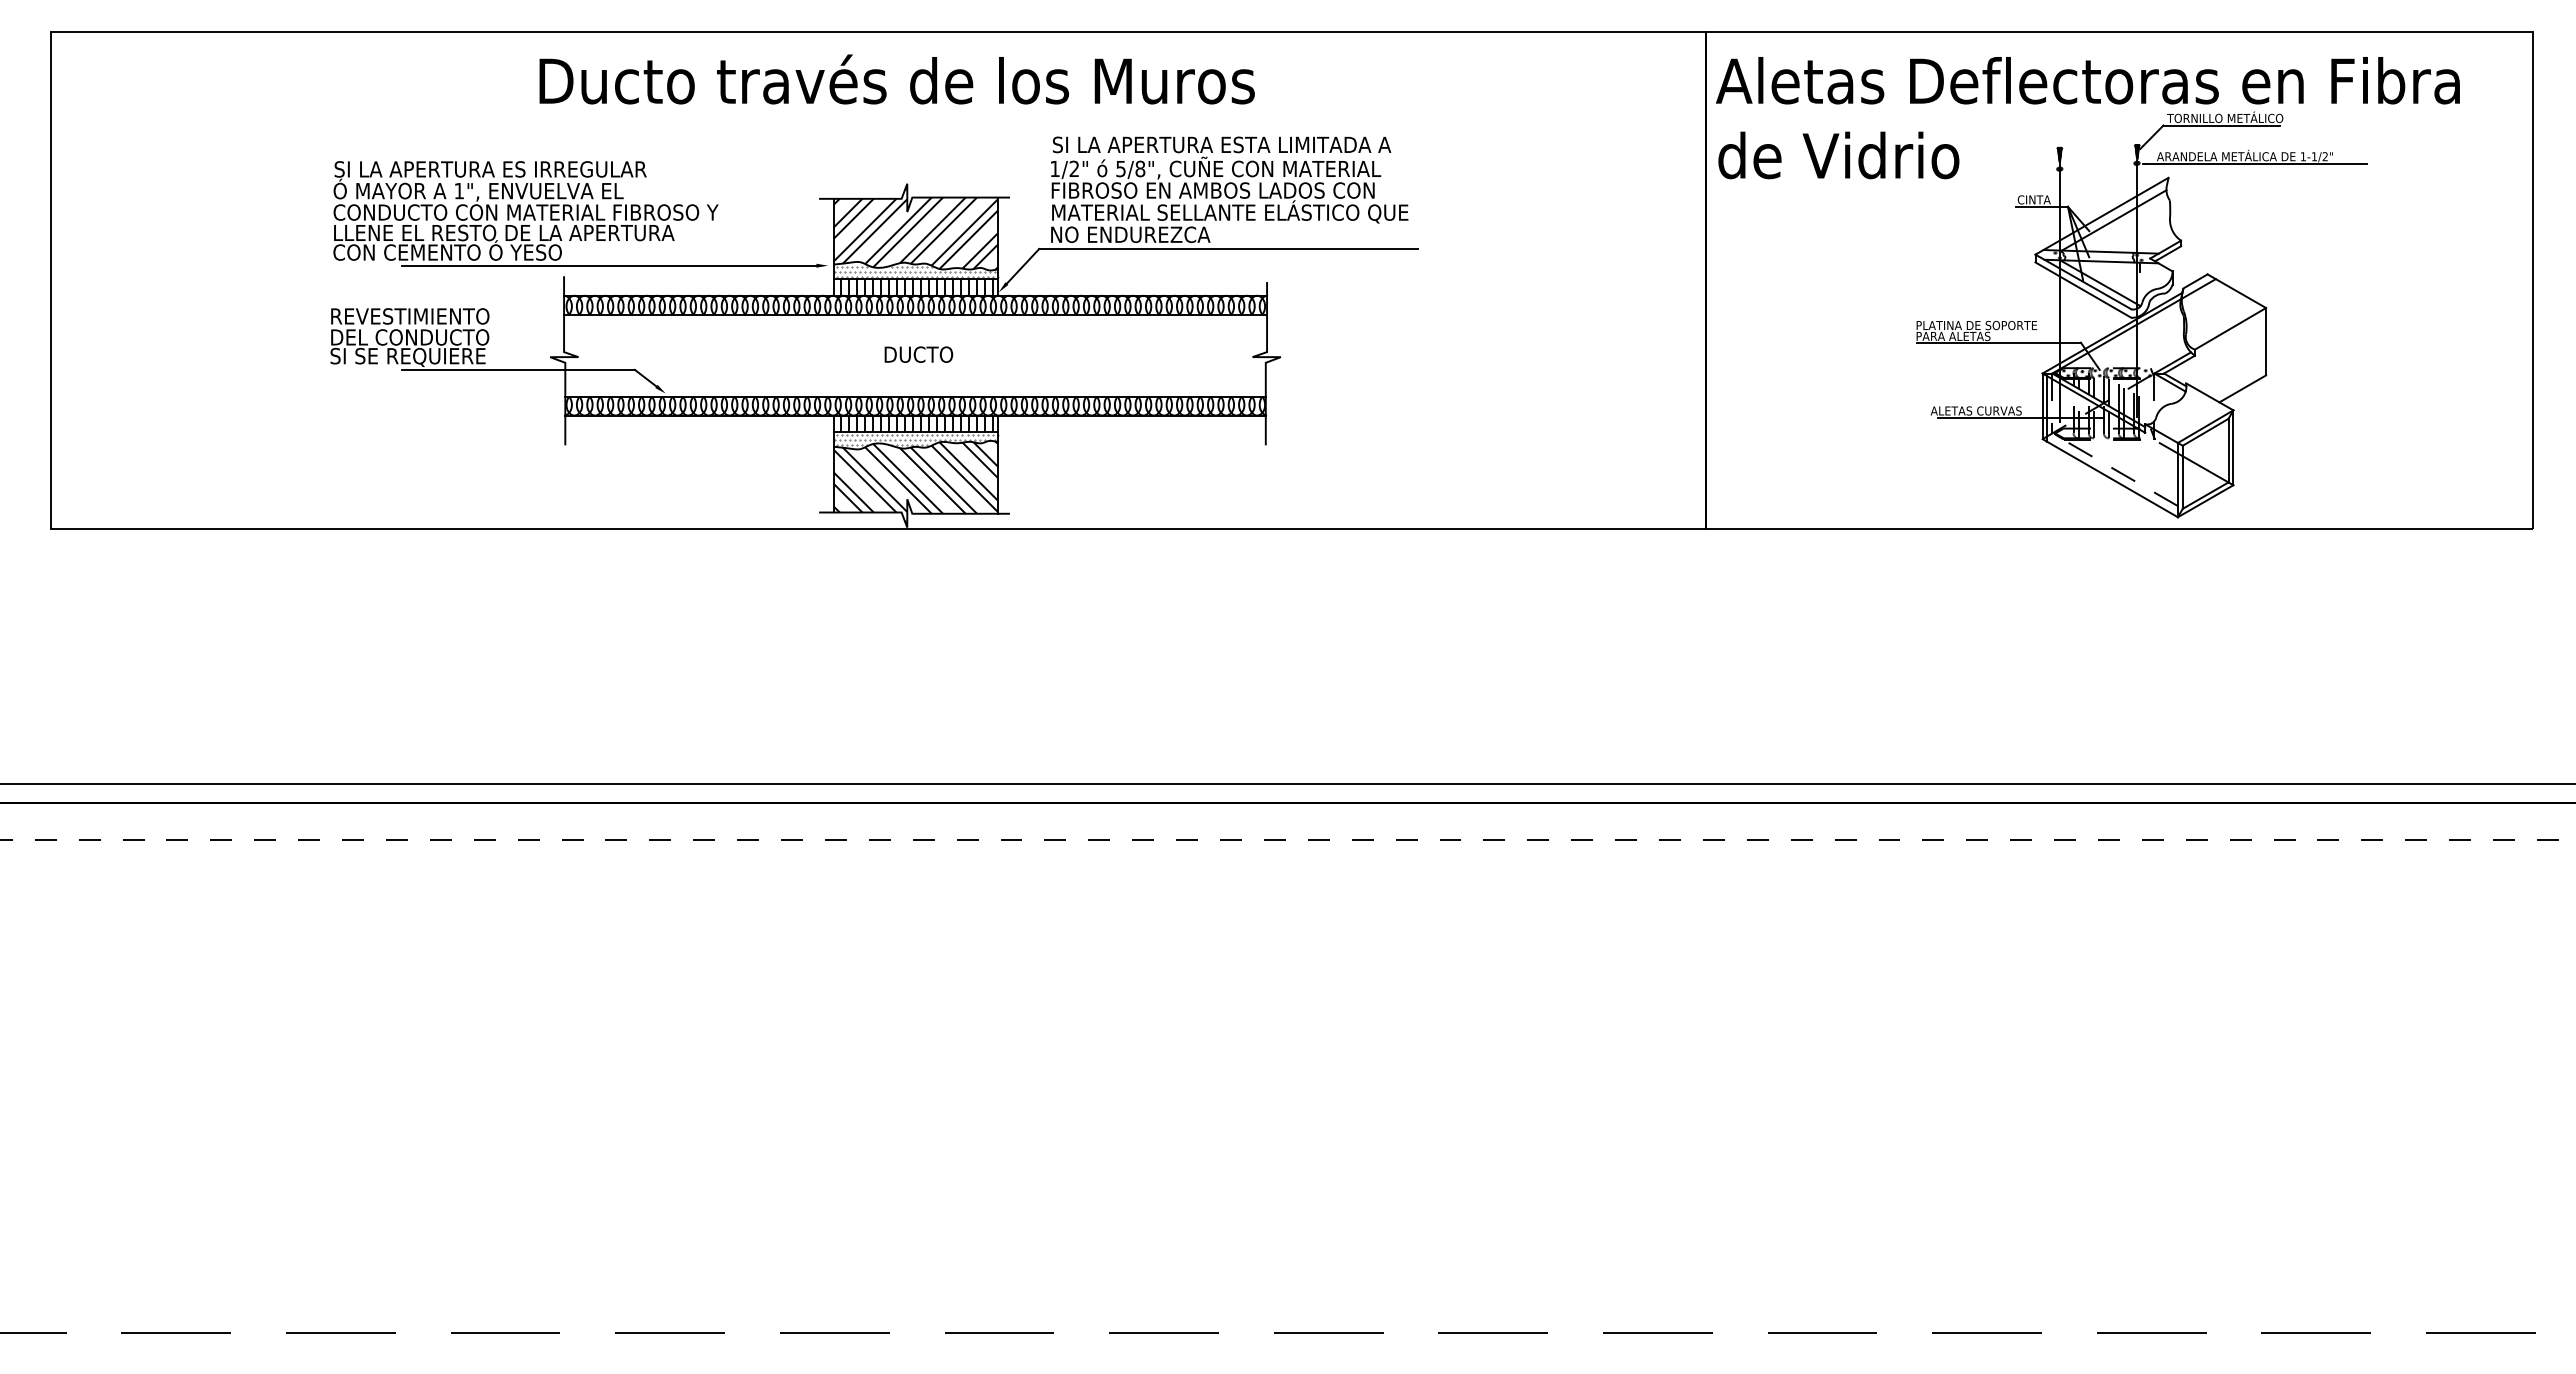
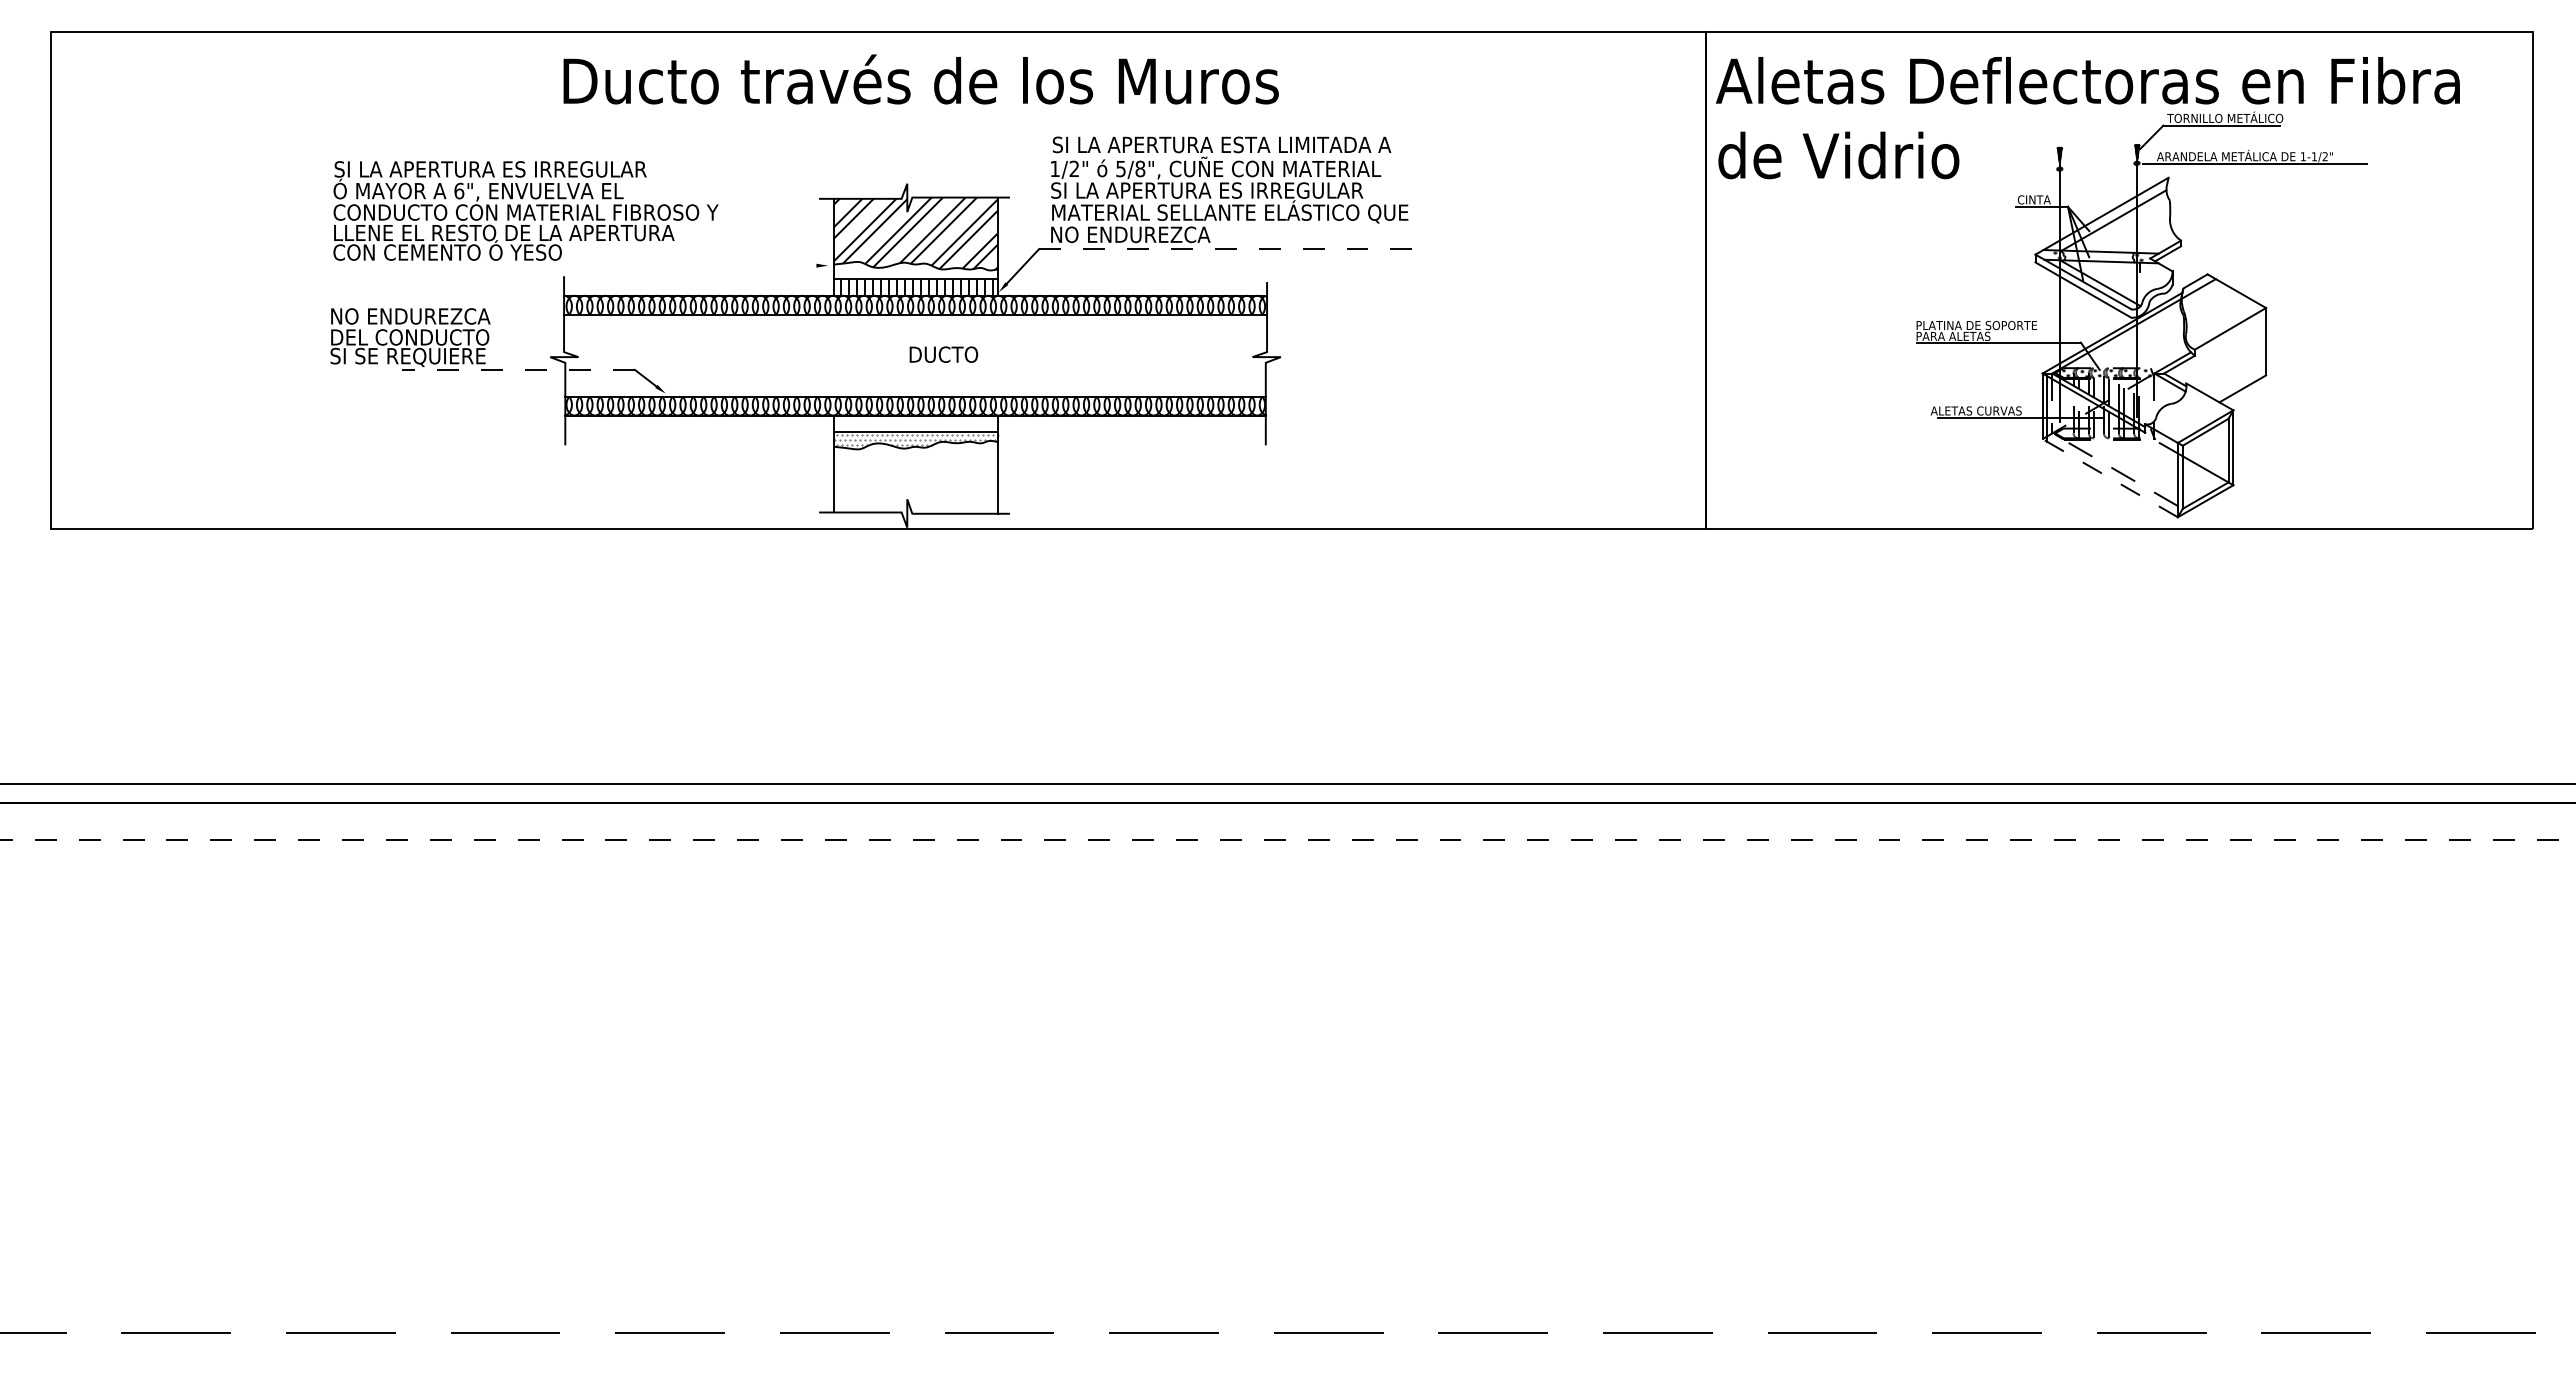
text at (896, 79) position: (896, 79) -> (920, 79)
text at (459, 190): 1", -> 6",
text at (1212, 190): FIBROSO EN AMBOS LADOS CON -> SI LA APERTURA ES IRREGULAR
line at (1229, 249): solid -> dashed
line at (609, 265): present -> none
hatch at (915, 271): present -> none
text at (411, 316): REVESTIMIENTO -> NO ENDUREZCA
text at (918, 354) position: (918, 354) -> (943, 354)
line at (517, 369): solid -> dashed
hatch at (916, 423): present -> none
line at (2109, 477): solid -> dashed
hatch at (915, 482): present -> none
